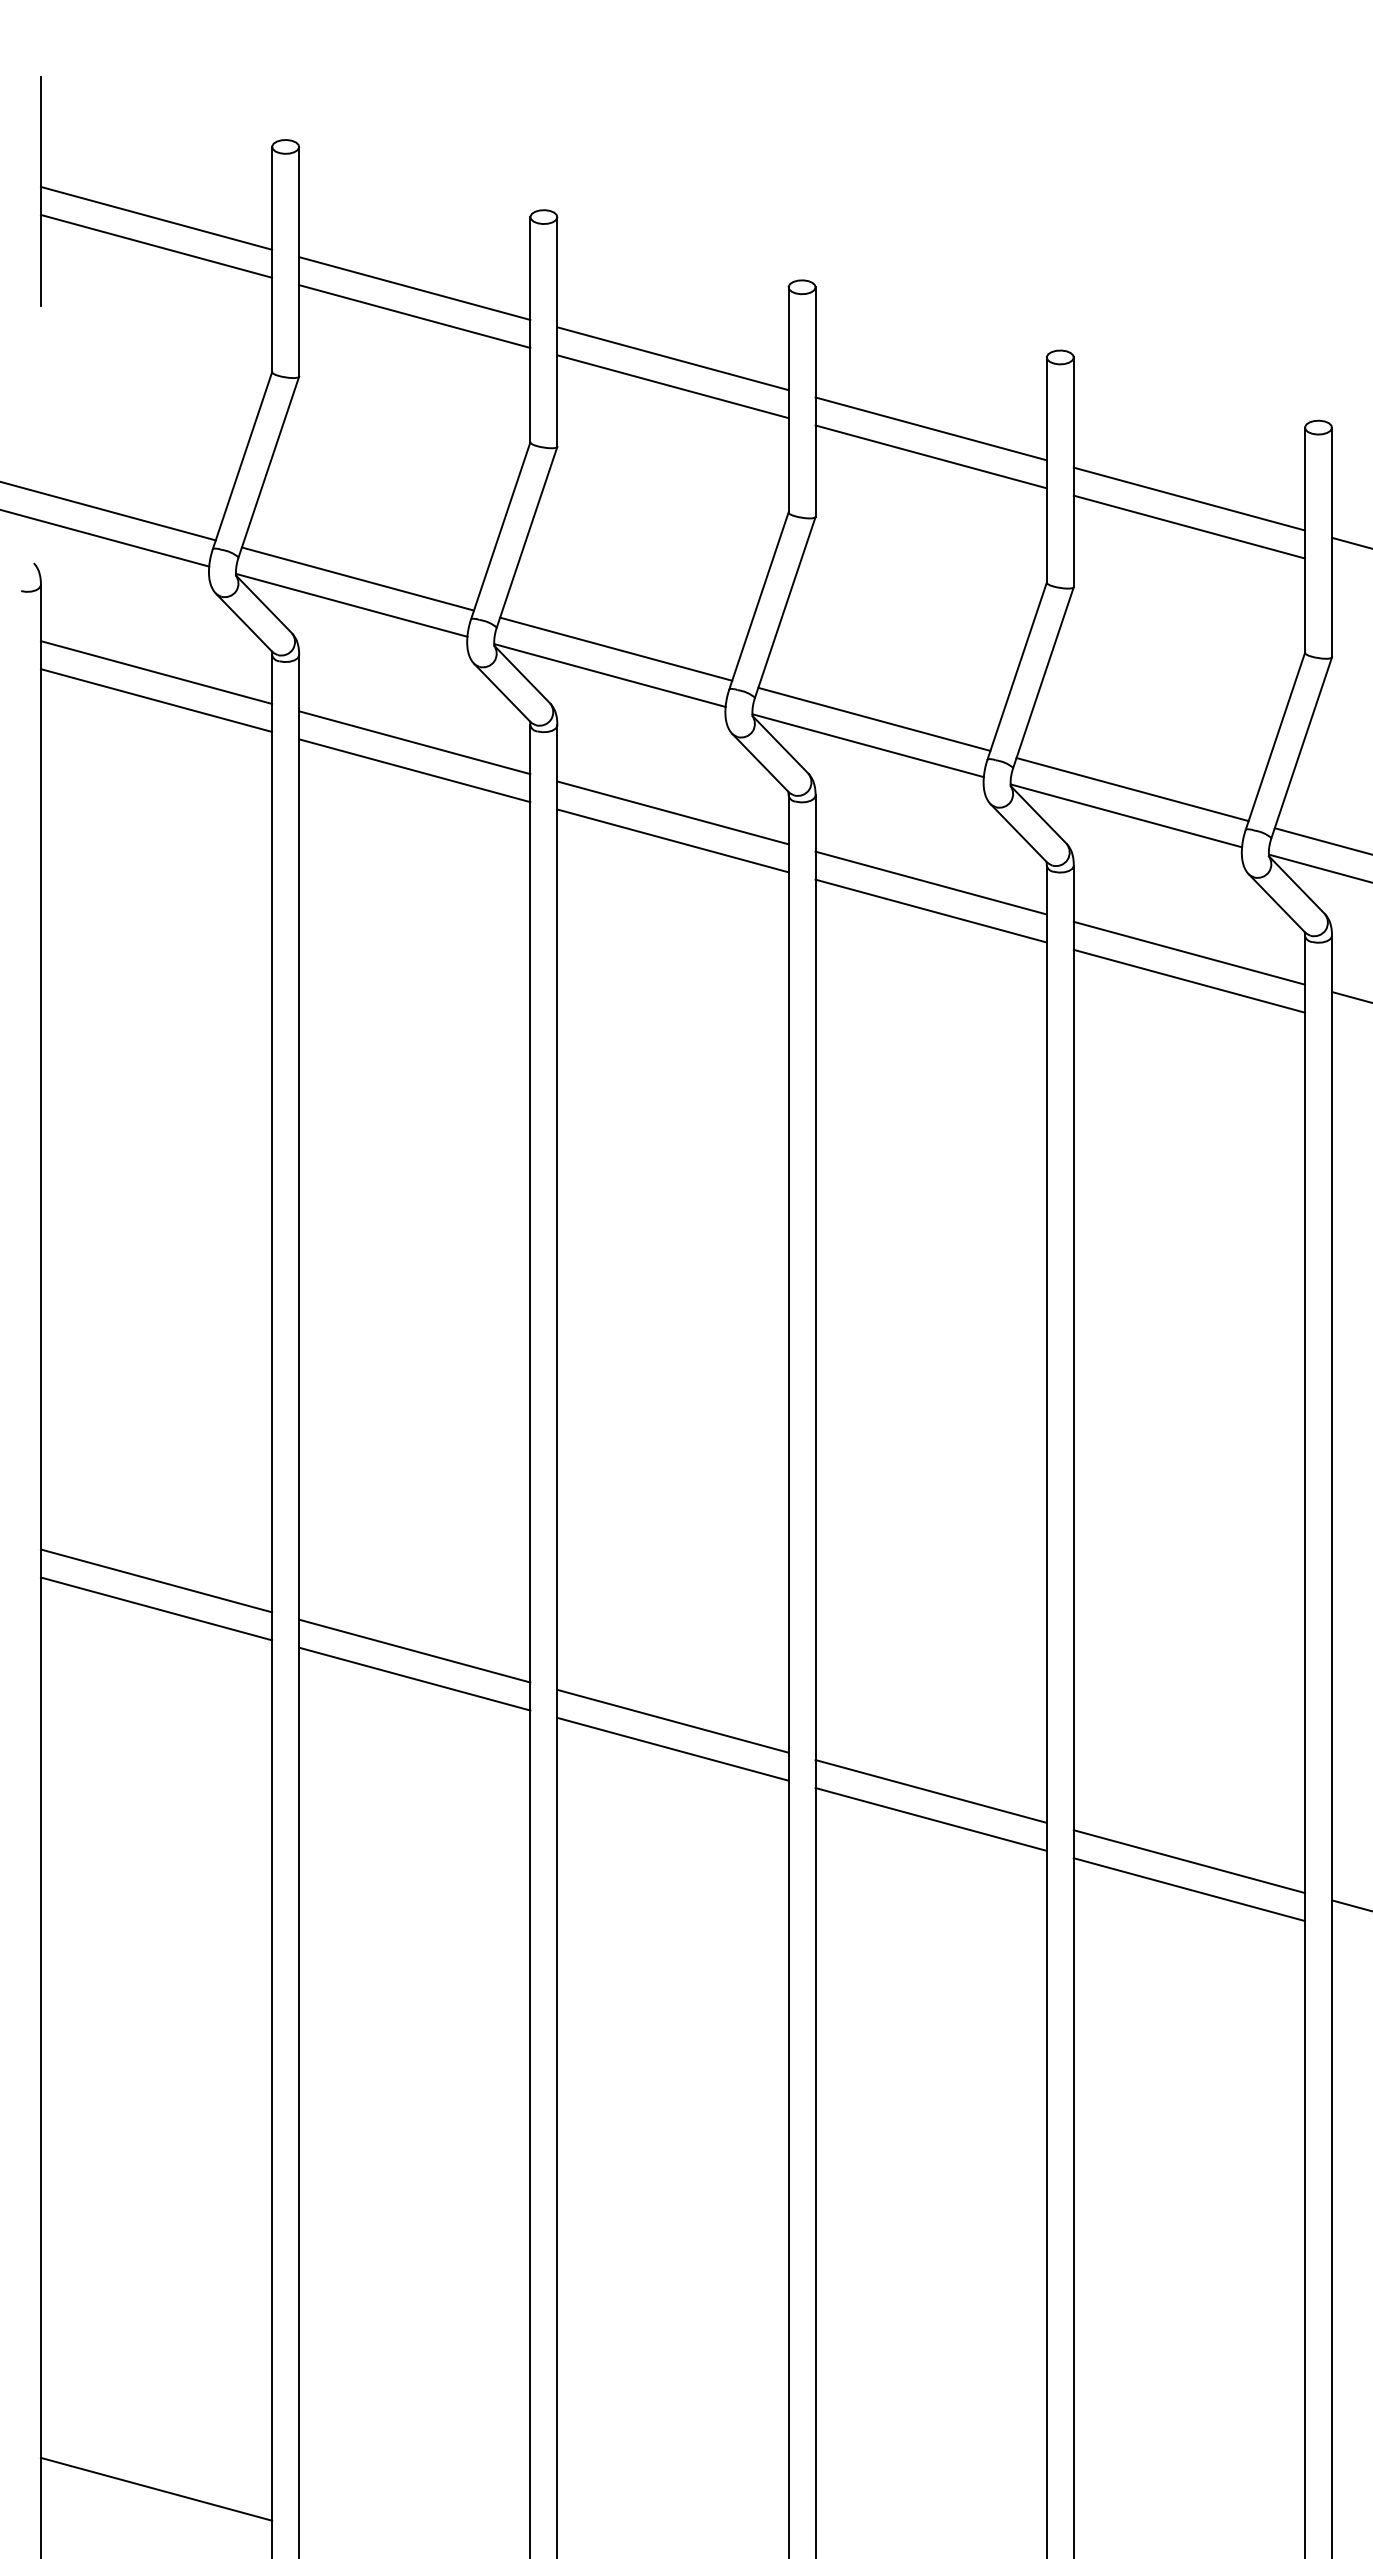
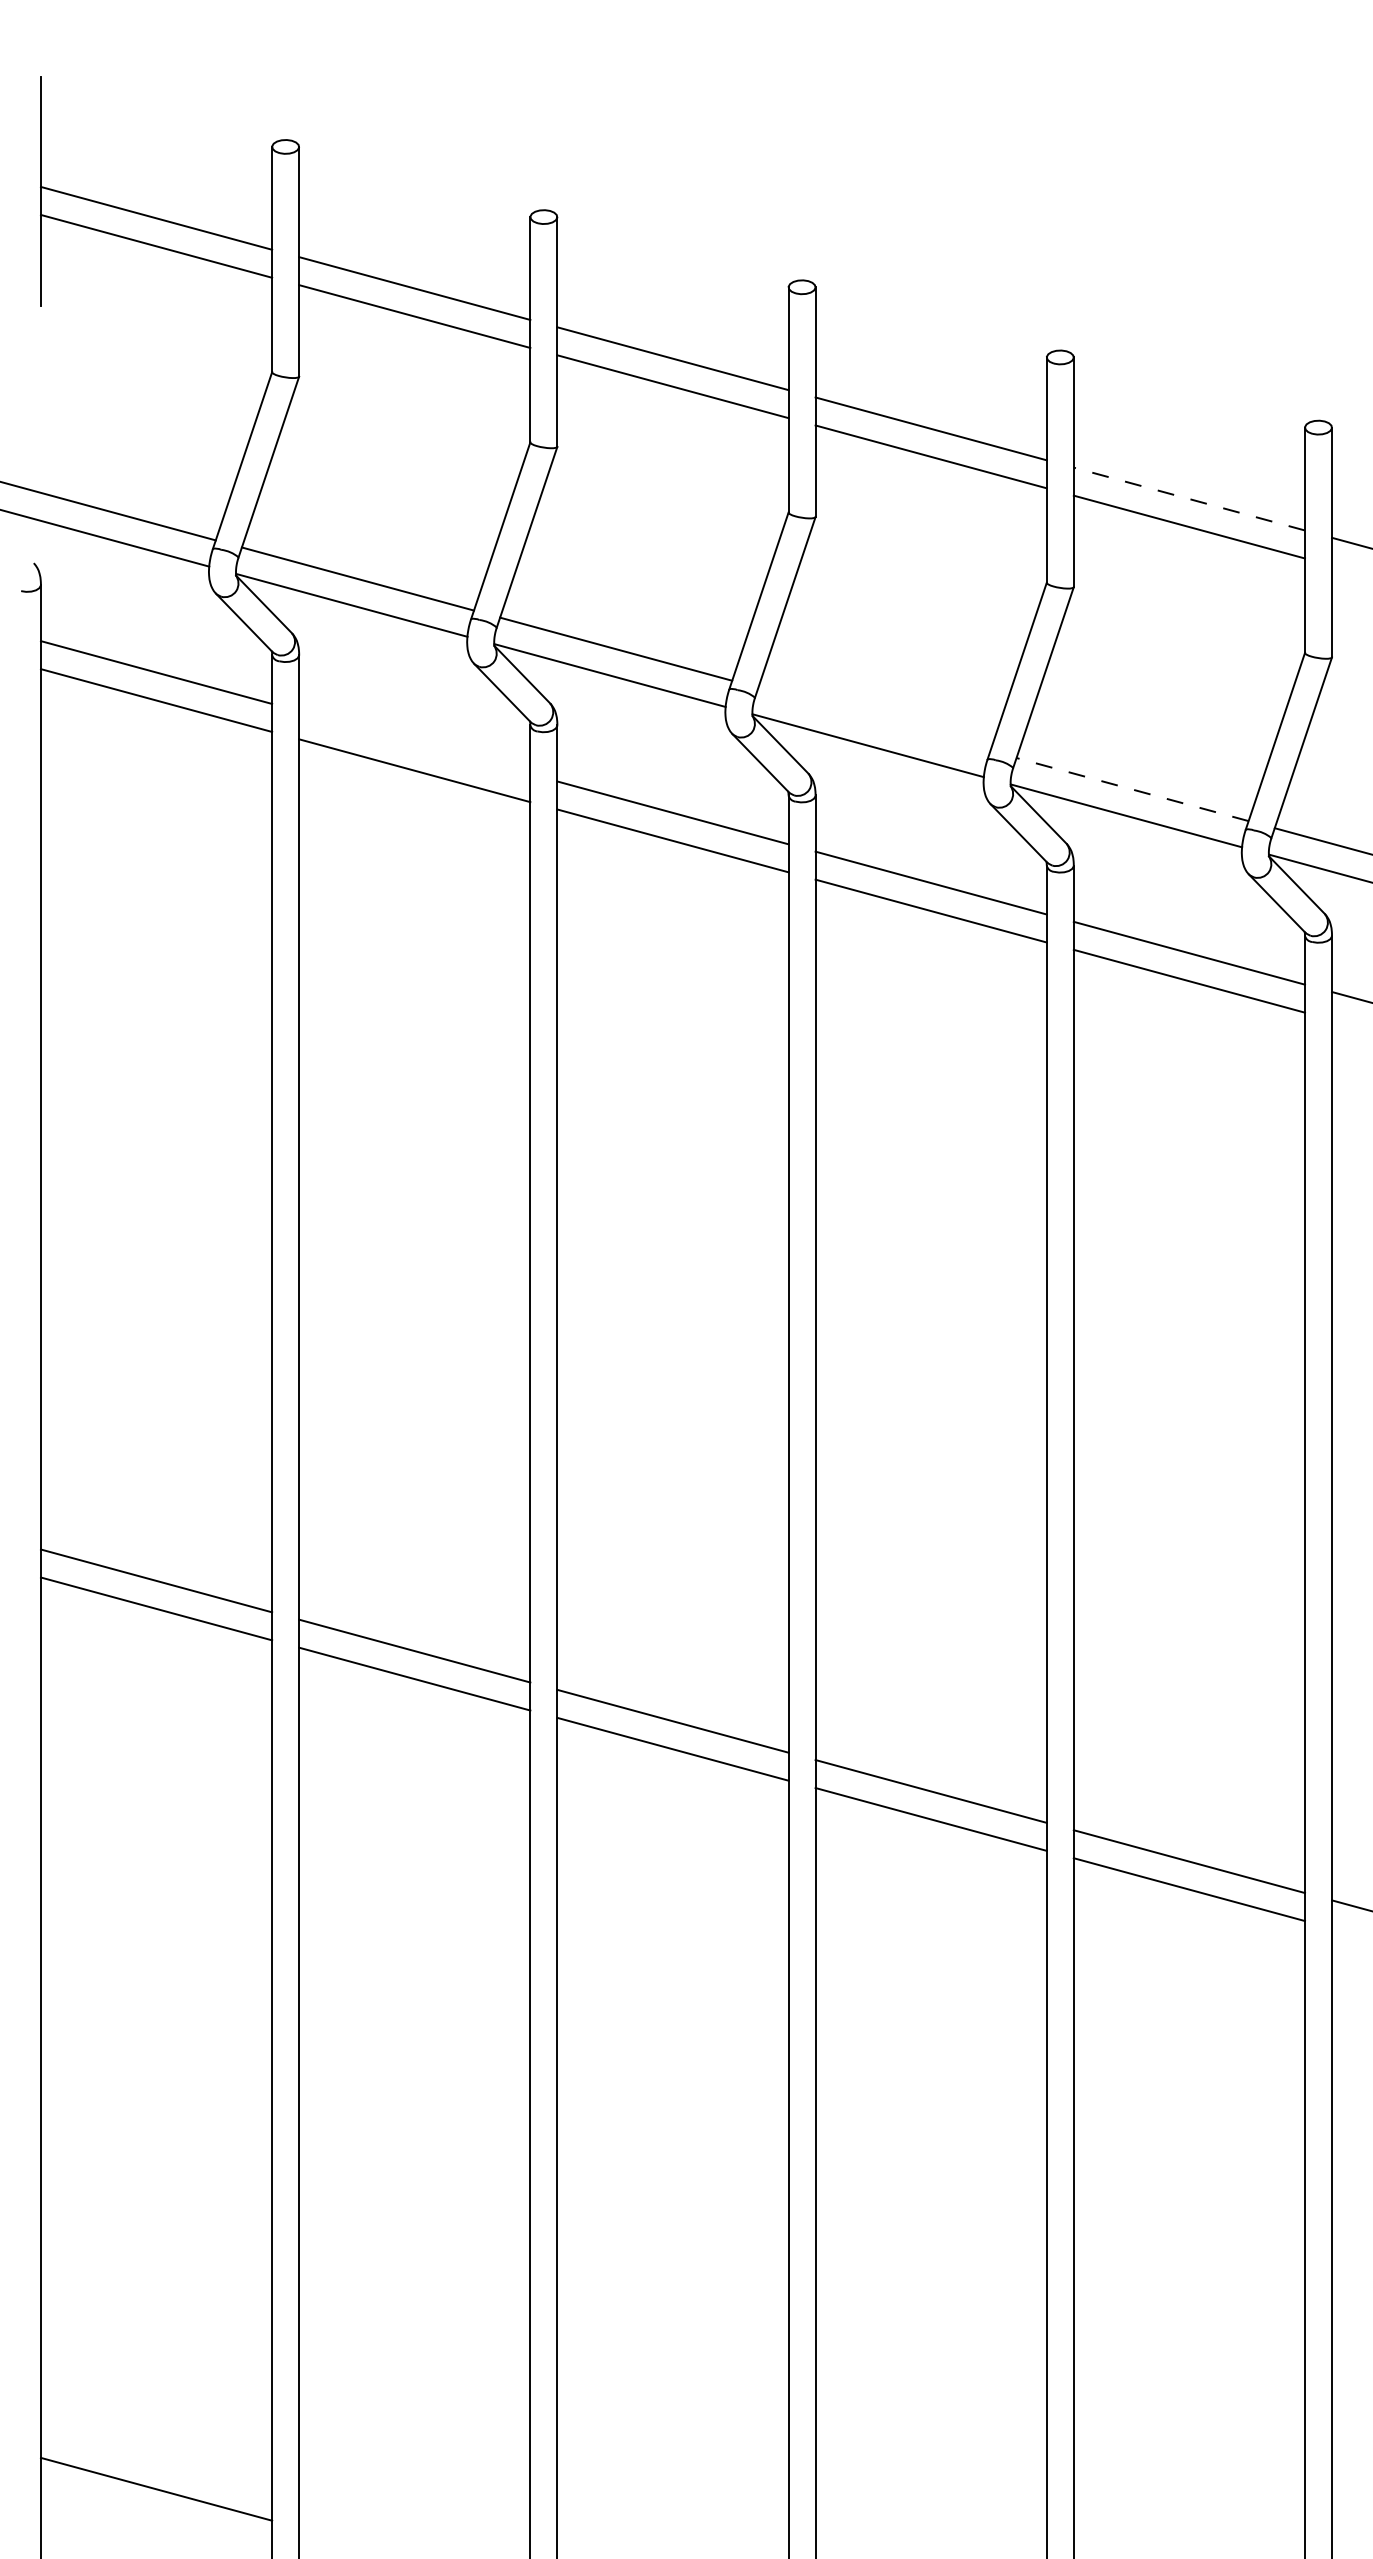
line at (1189, 499): solid -> dashed
line at (874, 718): present -> none
line at (414, 742): present -> none
line at (1132, 789): solid -> dashed
